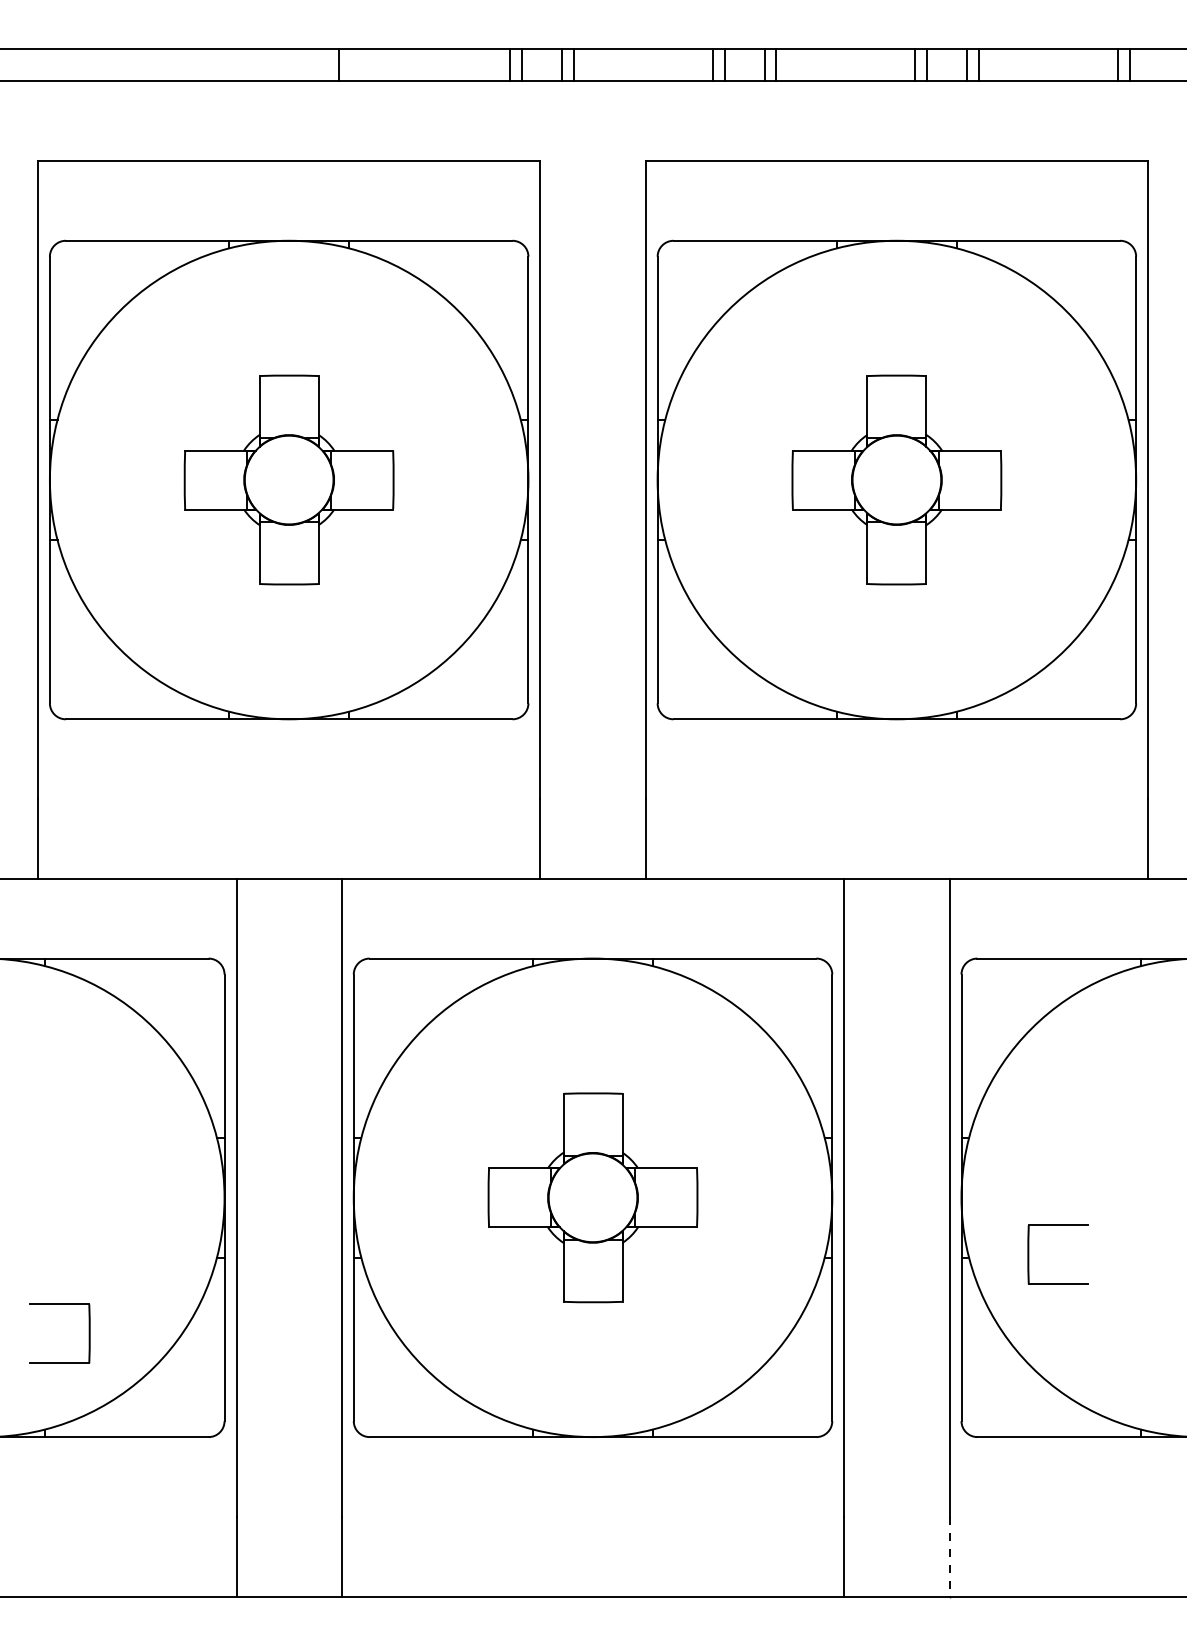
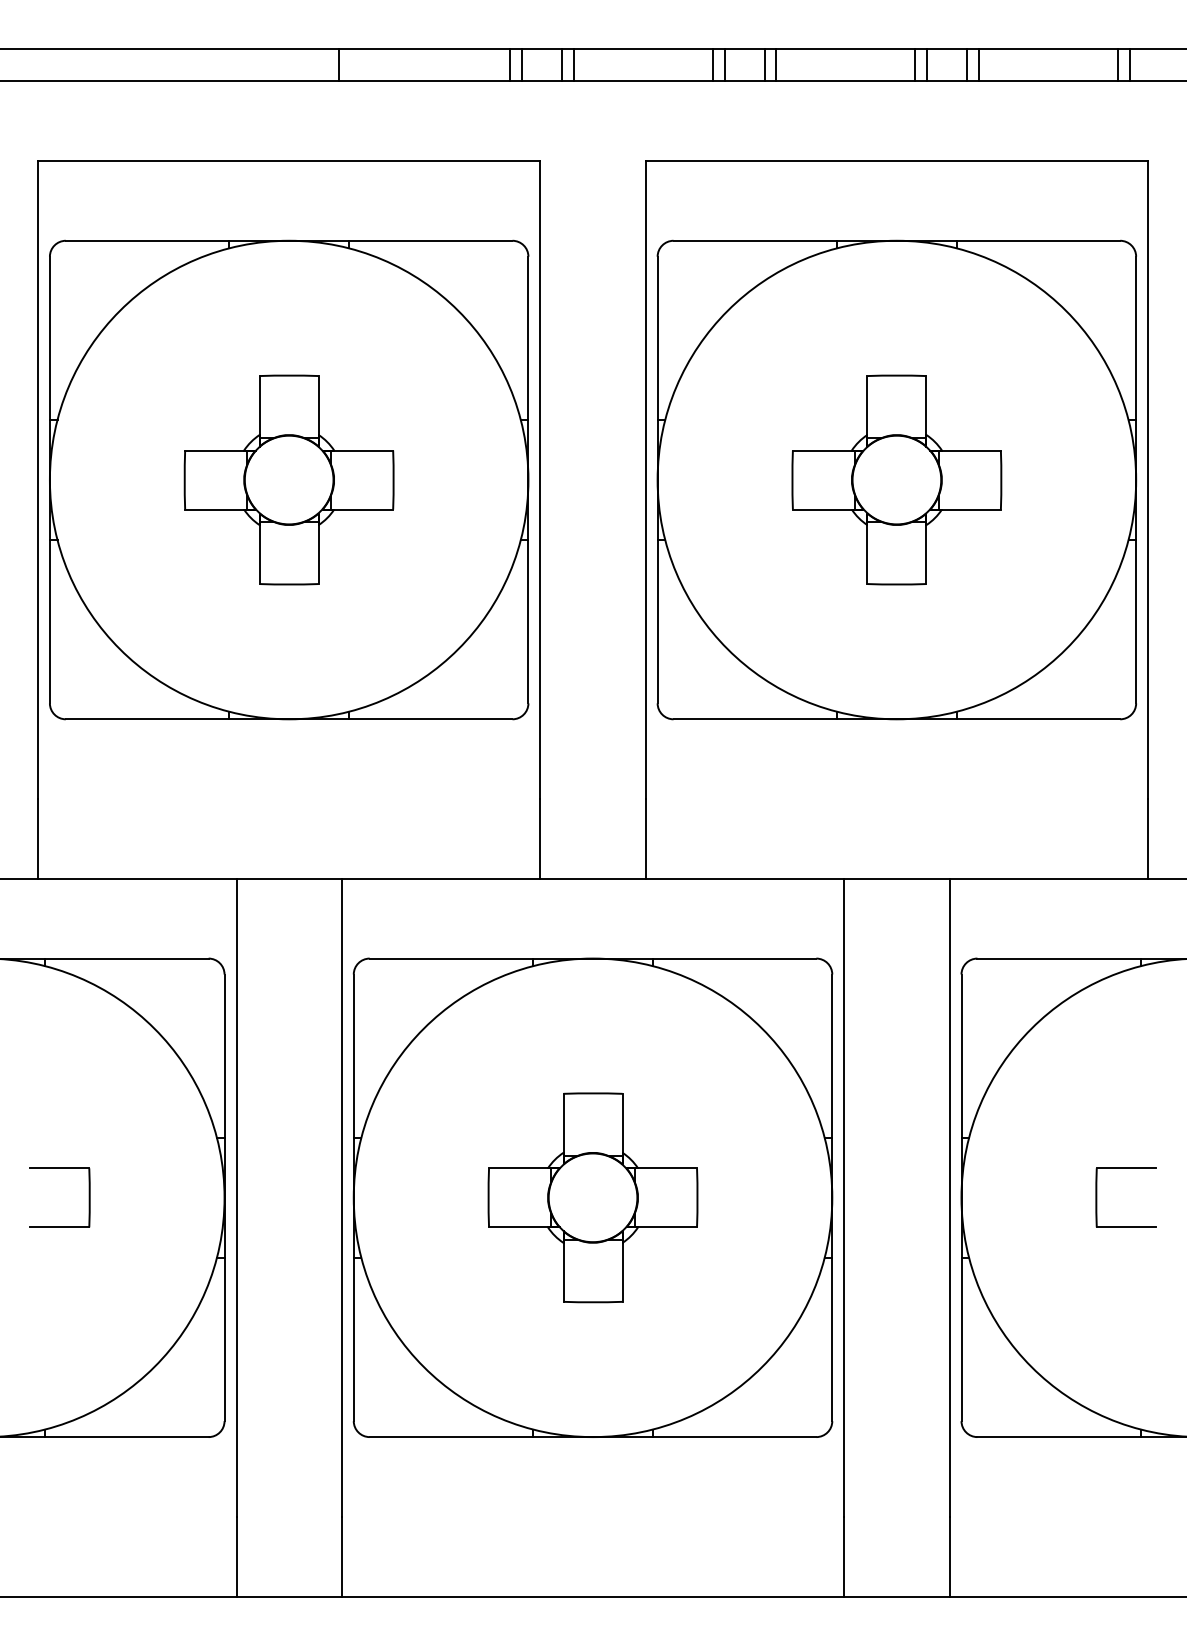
part at (1029, 1254) position: (1029, 1254) -> (1097, 1197)
part at (59, 1304) position: (59, 1304) -> (59, 1168)
line at (949, 1556): dashed -> solid
